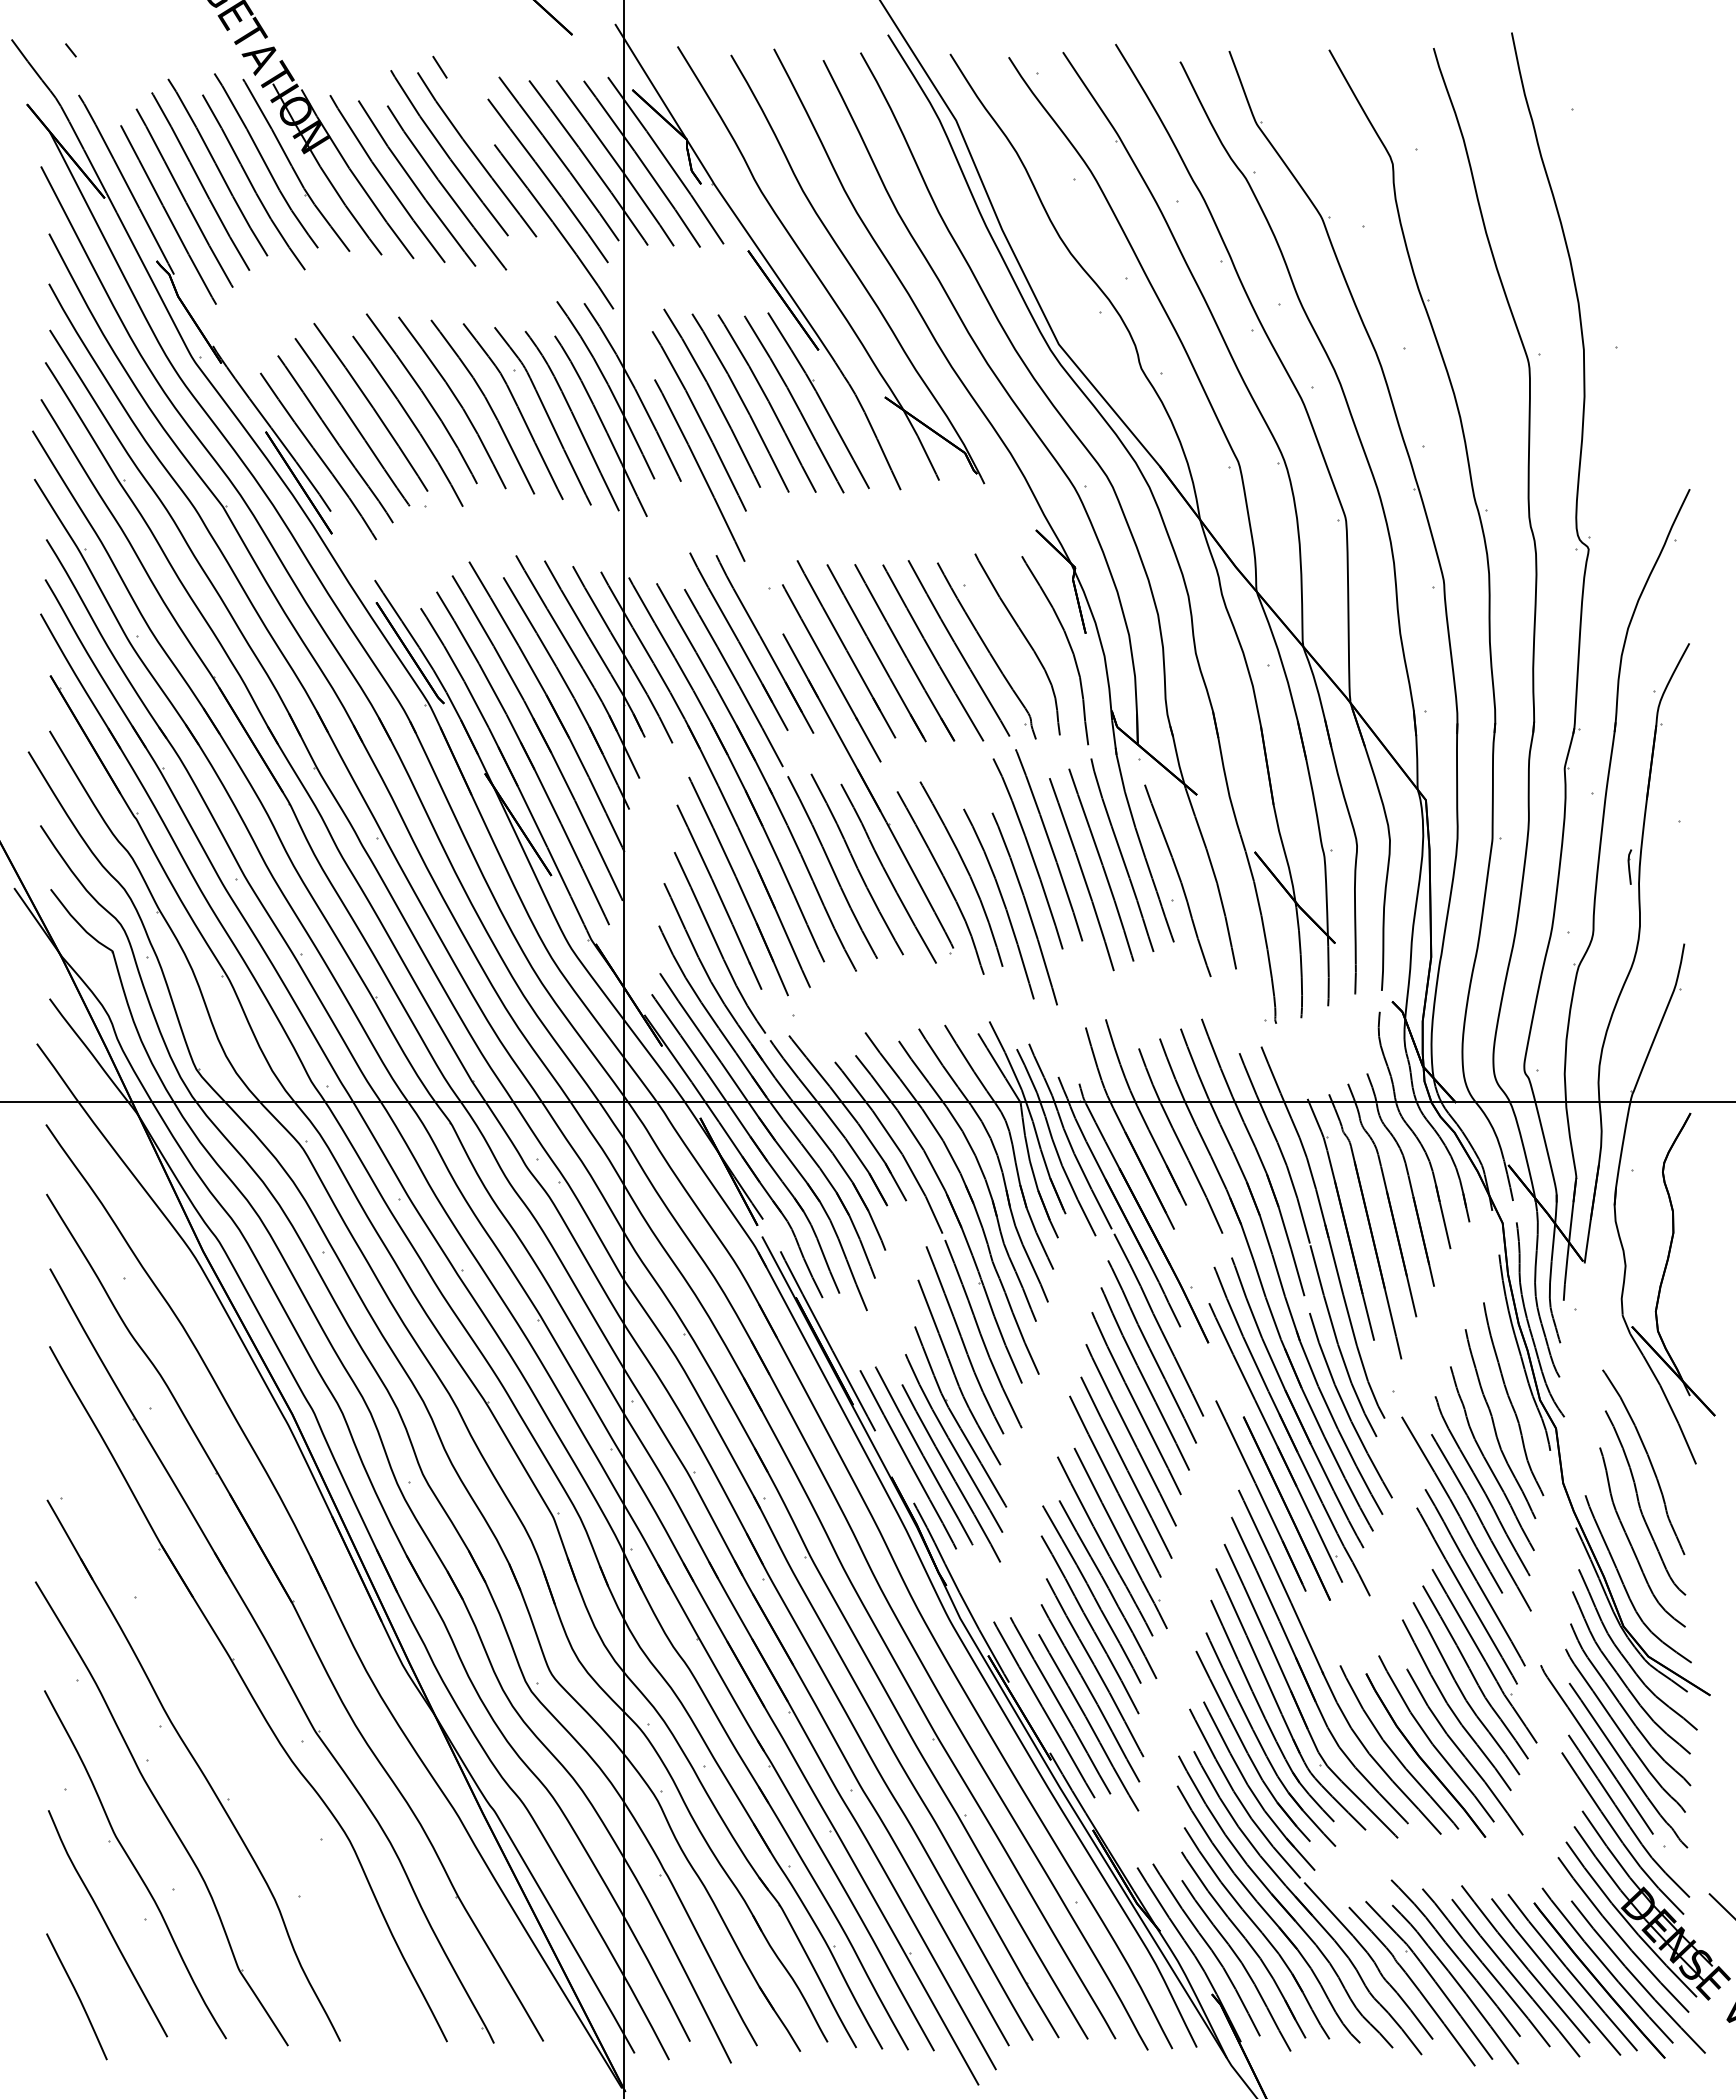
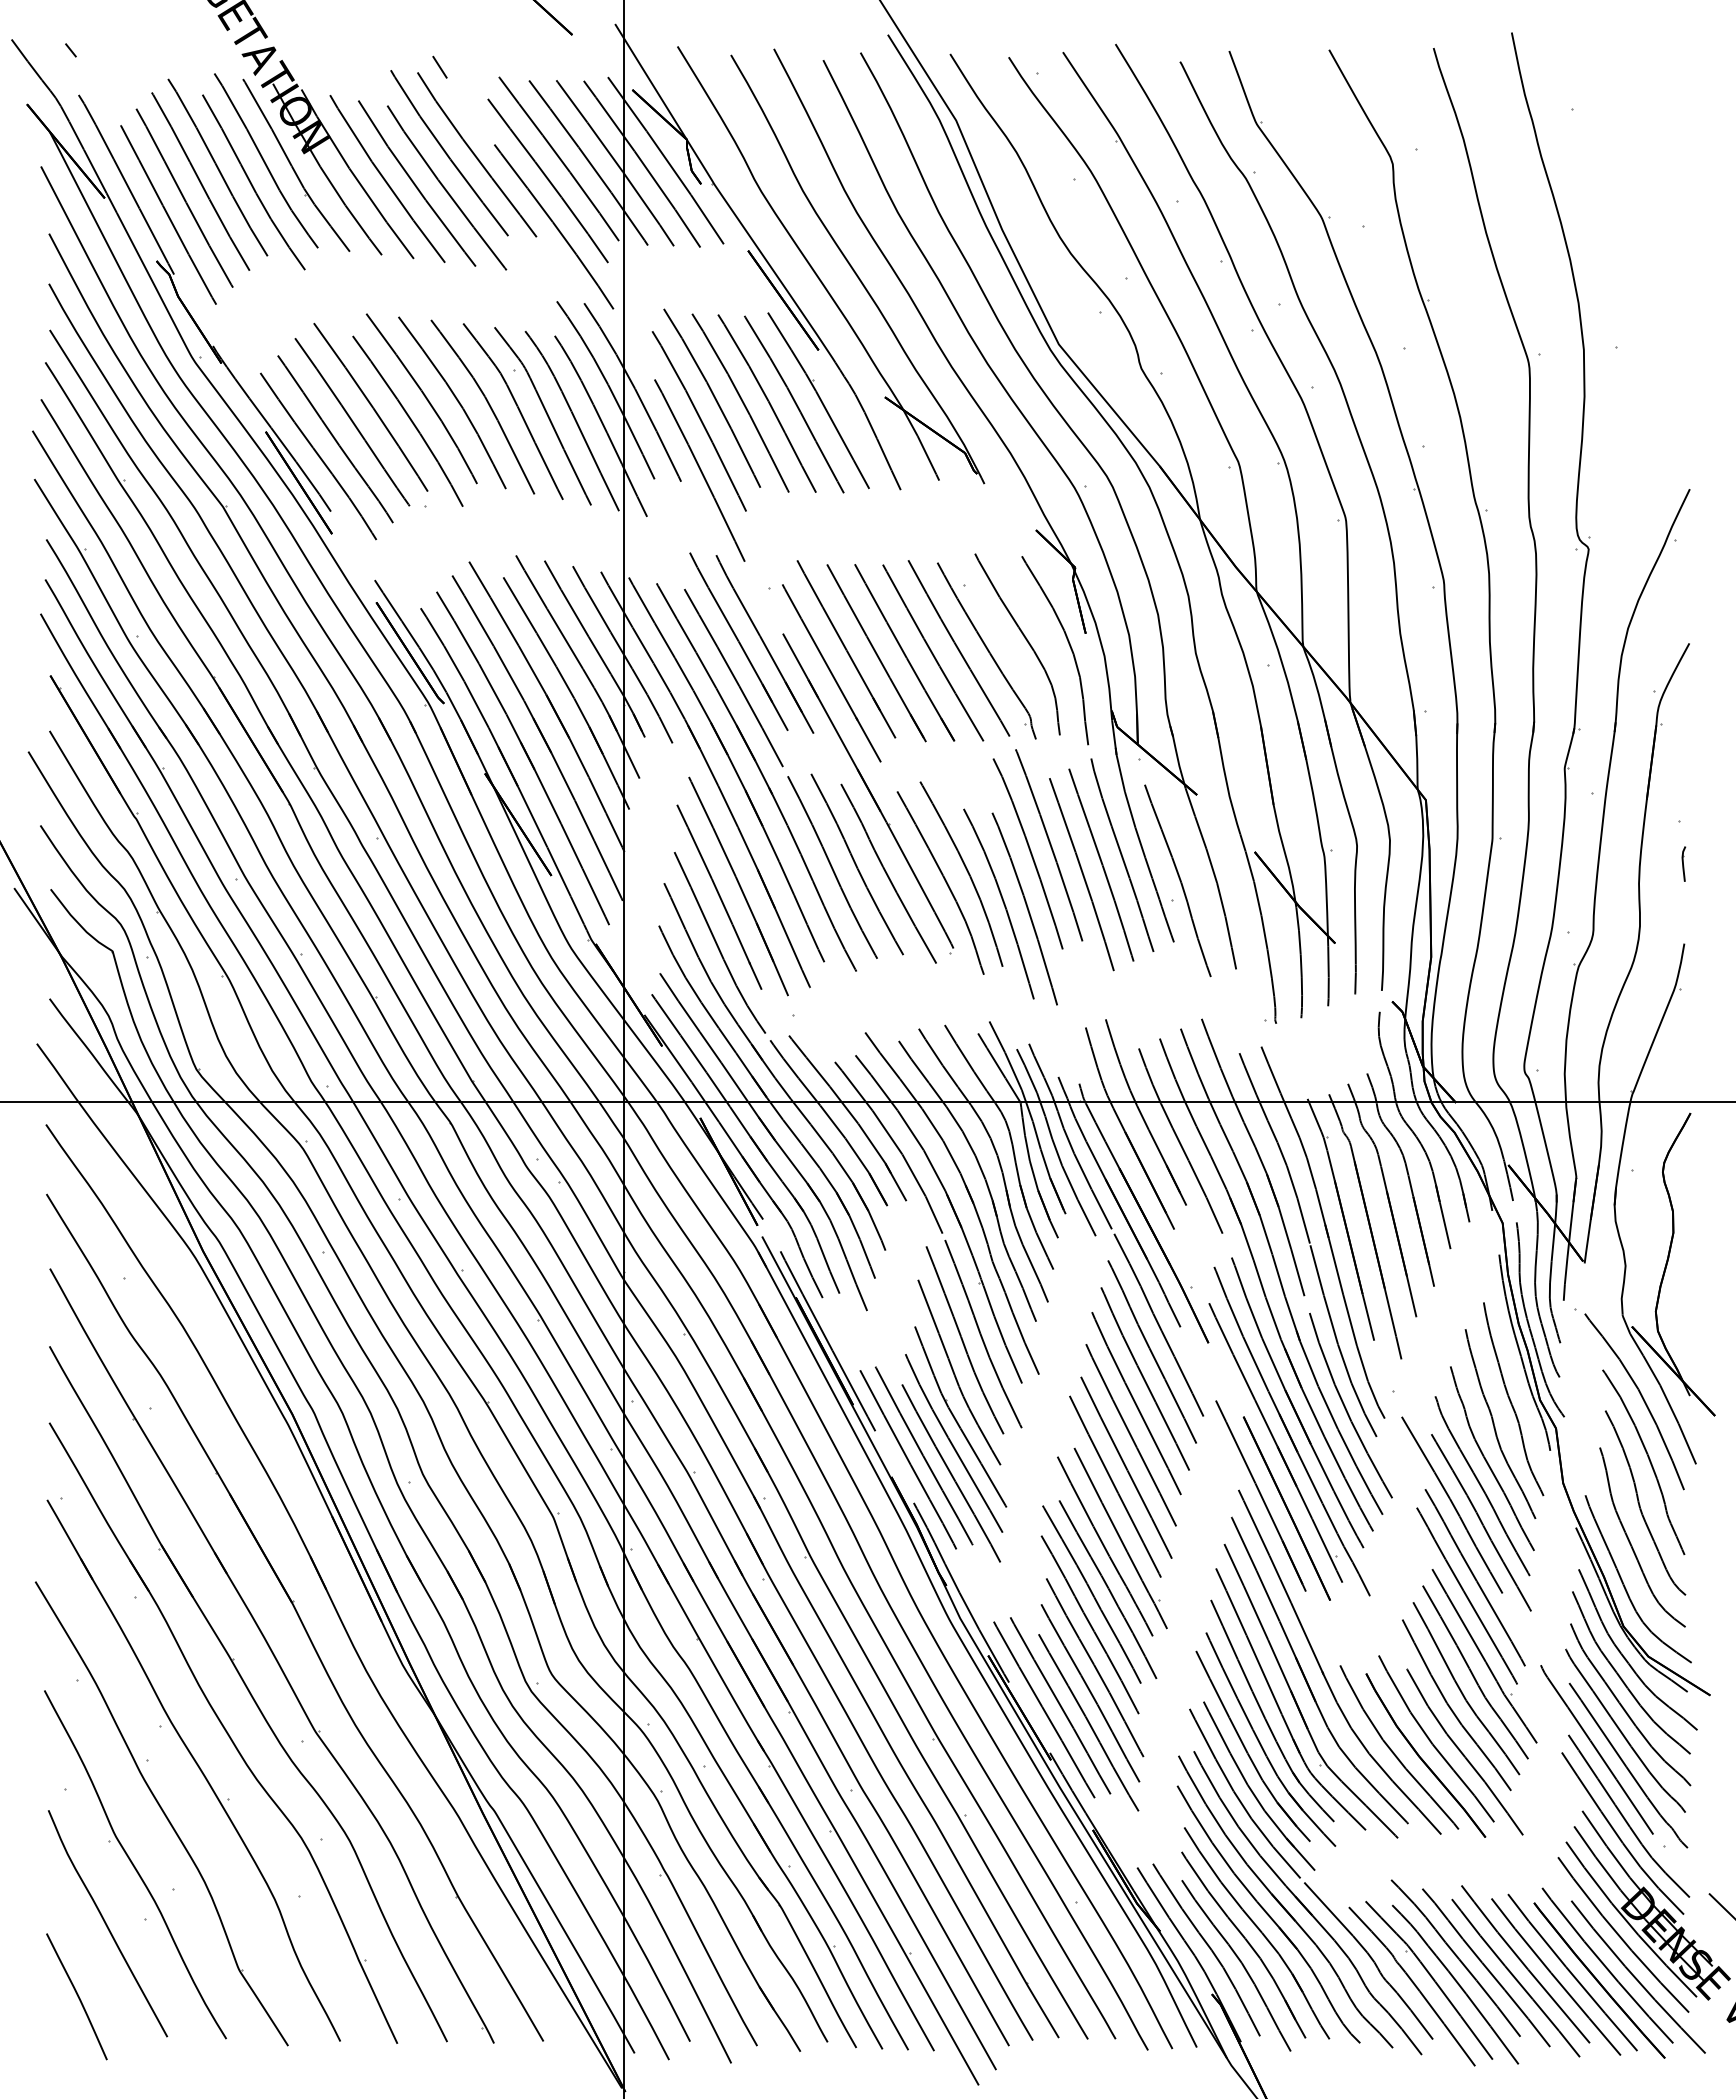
part at (1629, 866) position: (1629, 866) -> (1683, 863)
curve at (1641, 1397): none -> present
part at (223, 1732): none -> present
